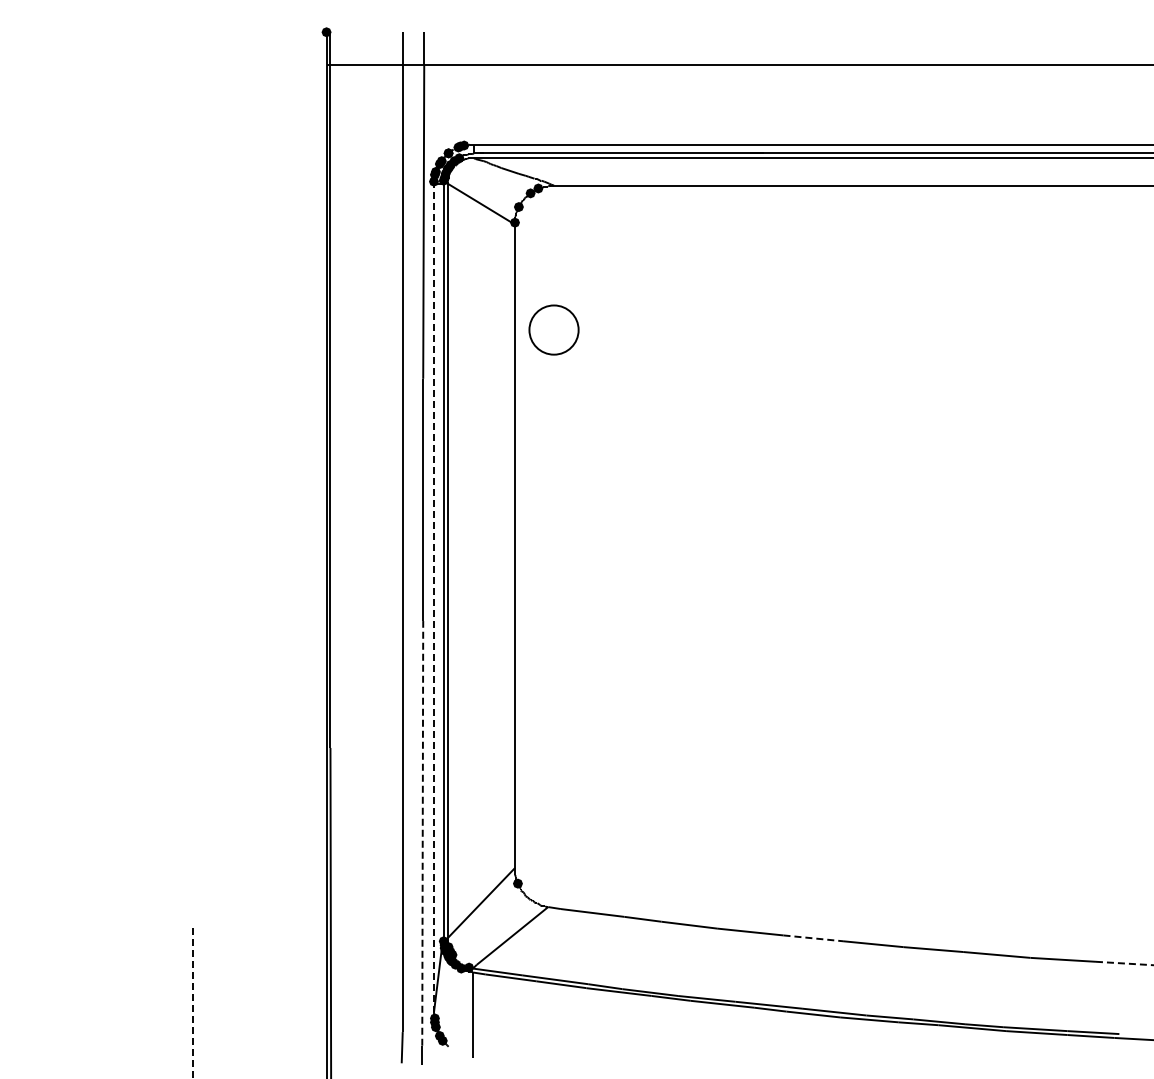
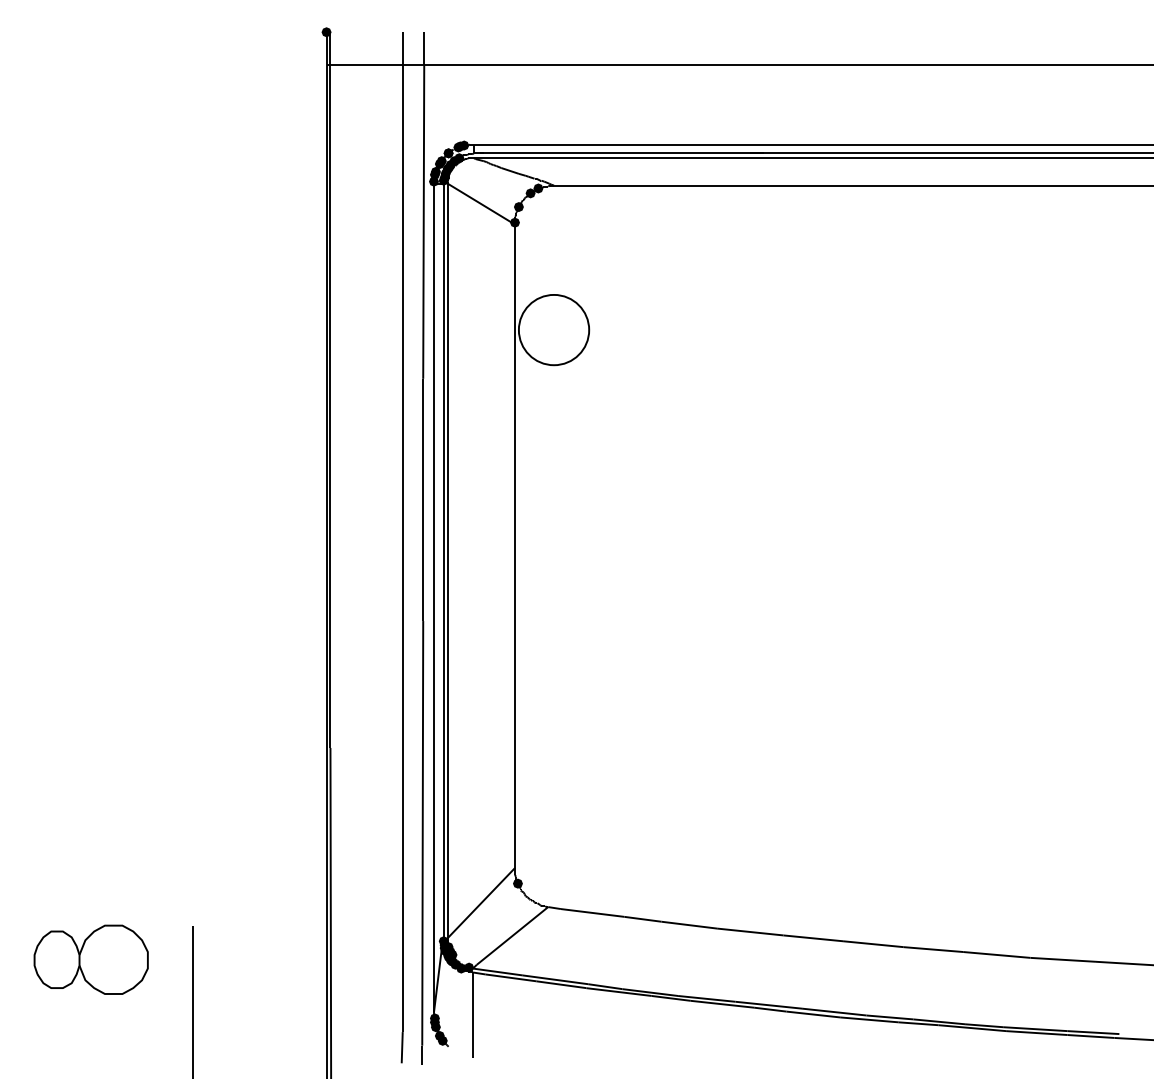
circle at (553, 329) diameter: 49 px -> 70 px
line at (433, 597): dashed -> solid
line at (422, 832): dashed -> solid
line at (813, 938): dashed -> solid
part at (90, 959): none -> present
line at (1124, 963): dashed -> solid
line at (192, 1001): dashed -> solid
